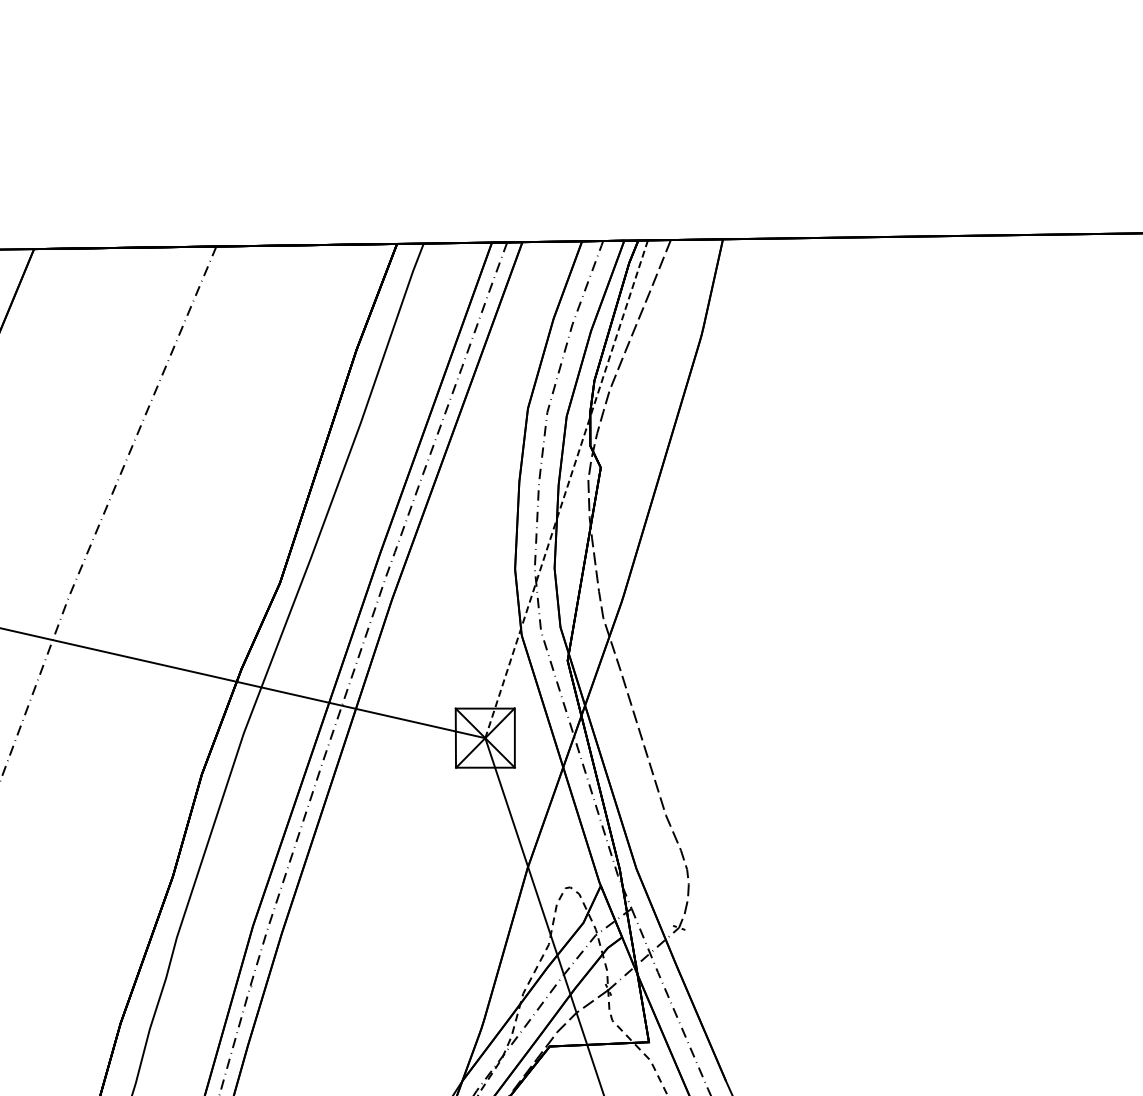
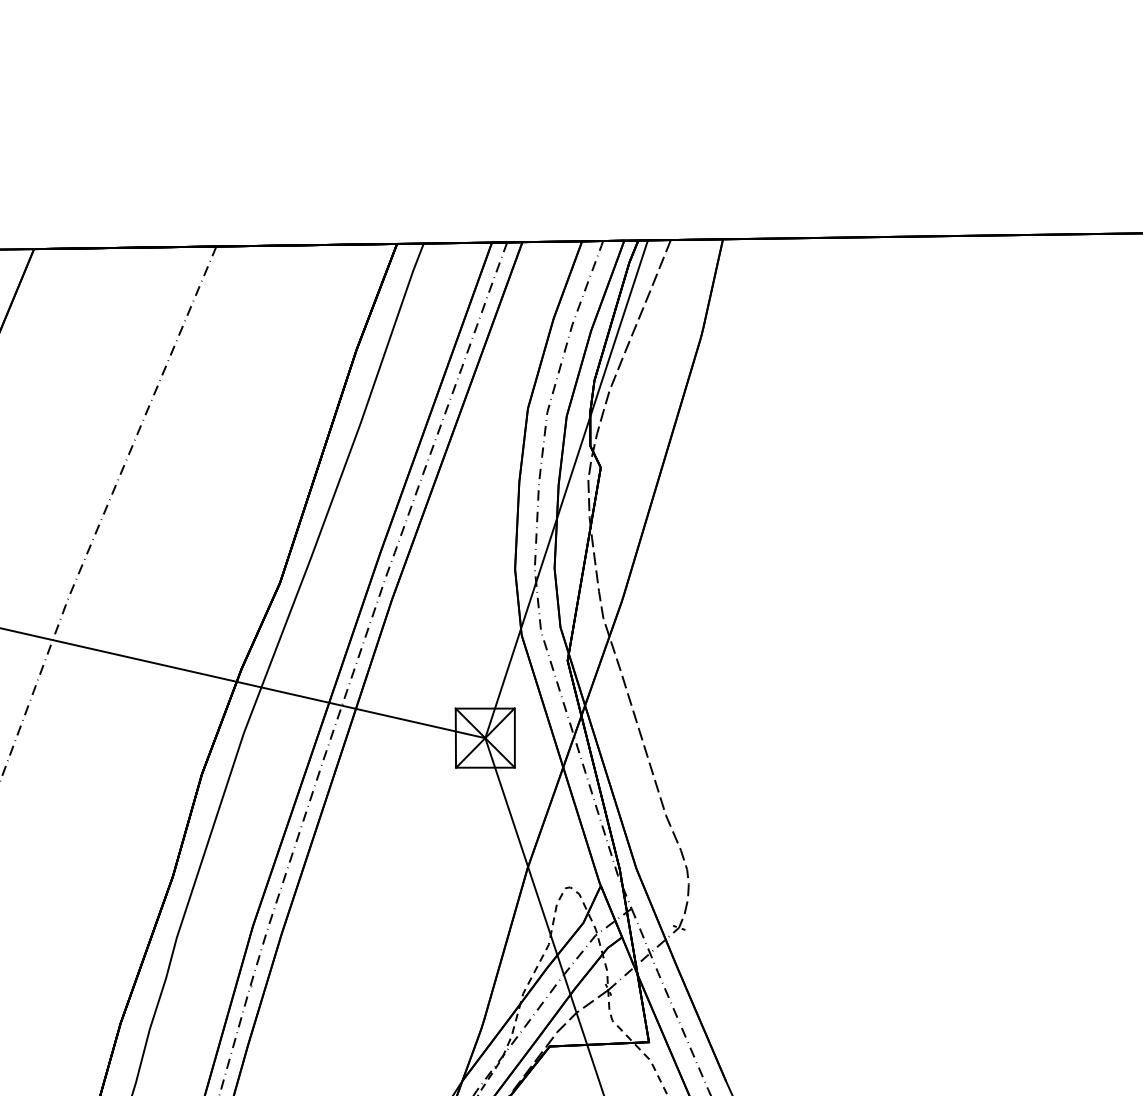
line at (566, 489): dashed -> solid
